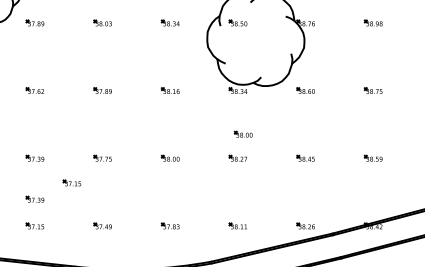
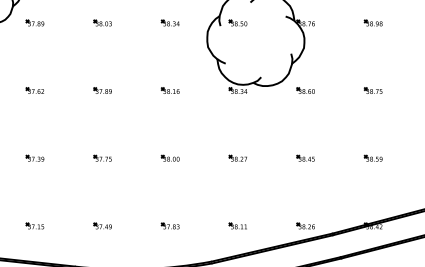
part at (242, 133): present -> none
part at (71, 182): present -> none
part at (34, 198): present -> none
